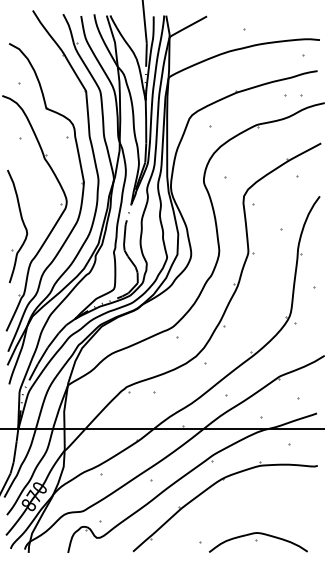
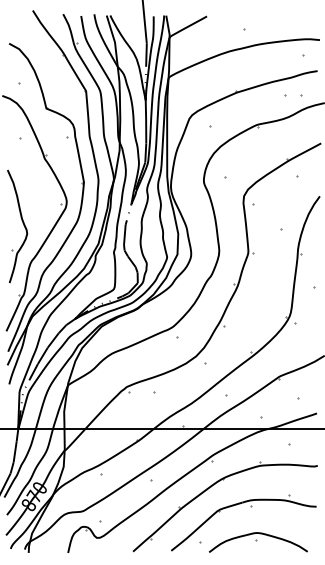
part at (251, 507): none -> present
